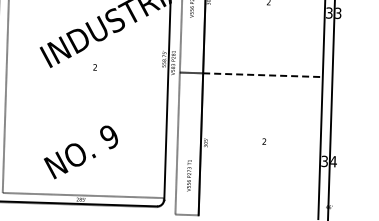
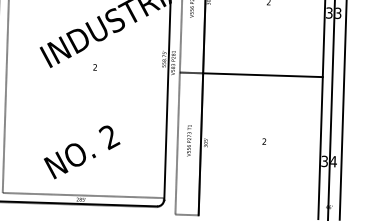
line at (262, 75): dashed -> solid
line at (342, 109): none -> present
text at (109, 137): 9 -> 2
text at (189, 175) position: (189, 175) -> (189, 140)
